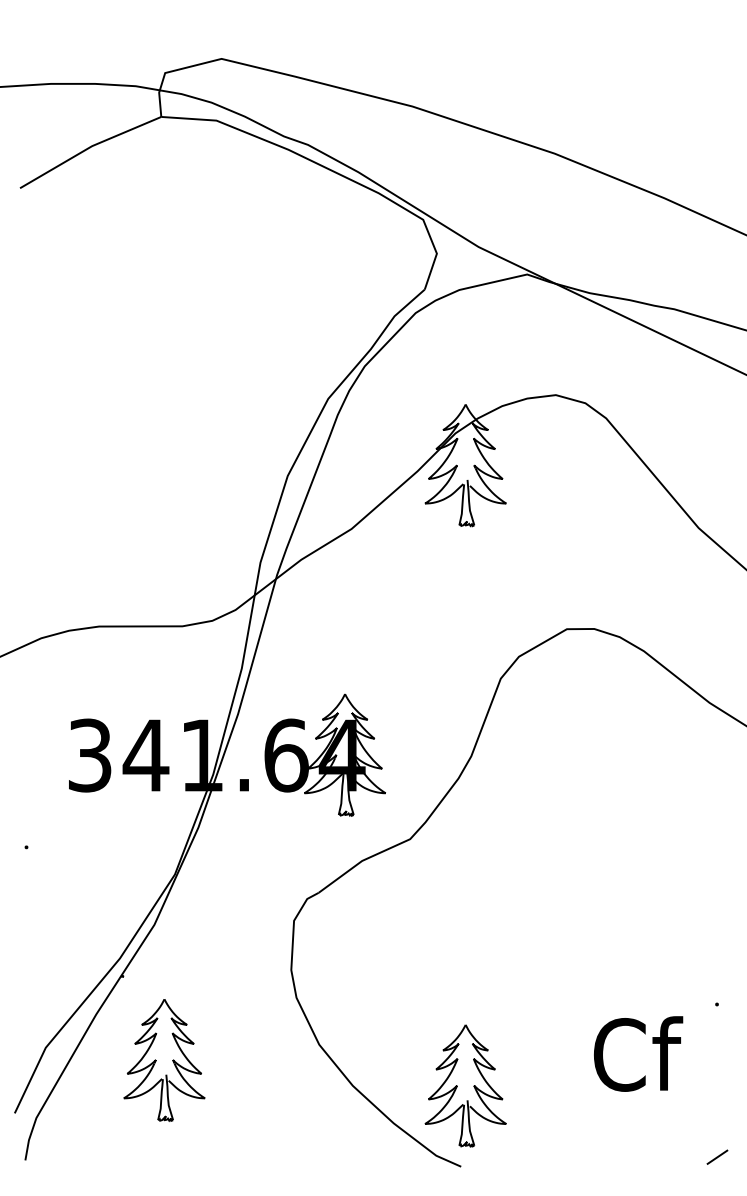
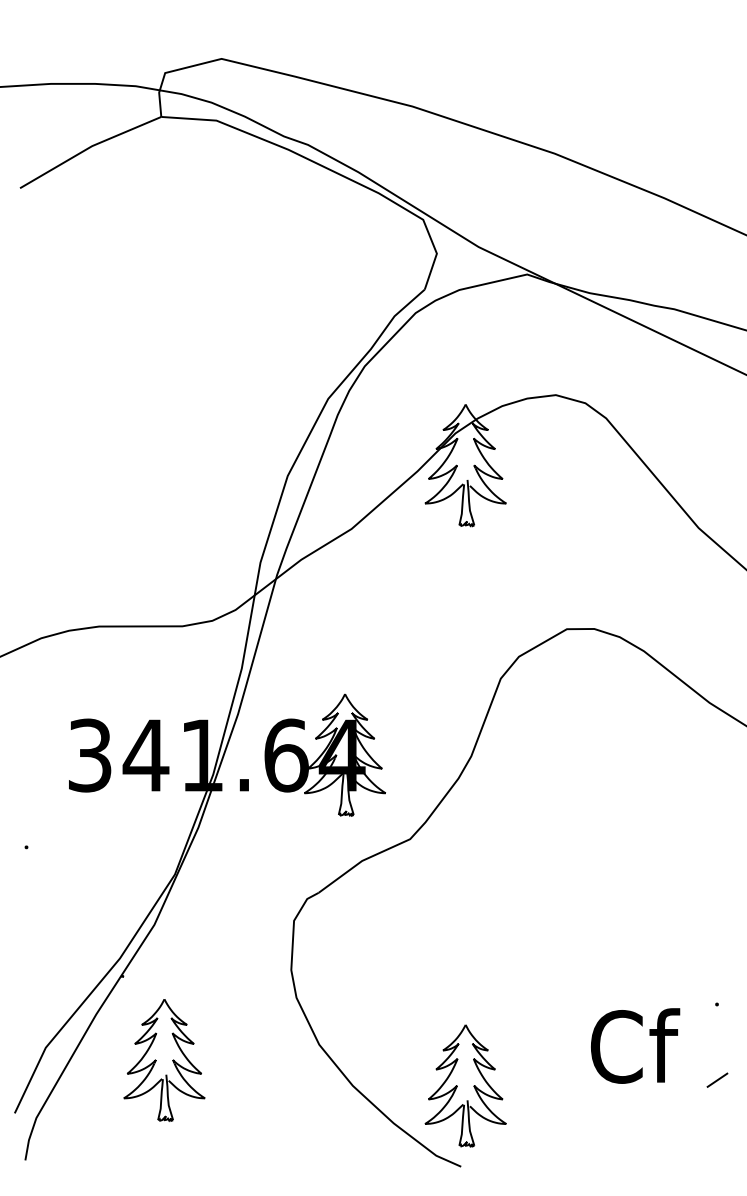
text at (638, 1053) position: (638, 1053) -> (635, 1045)
line at (717, 1156) position: (717, 1156) -> (717, 1079)
